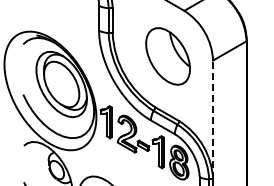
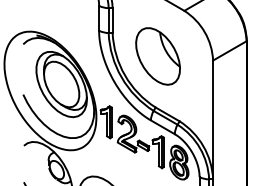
part at (167, 56) position: (167, 56) -> (157, 56)
line at (213, 119): dashed -> solid
